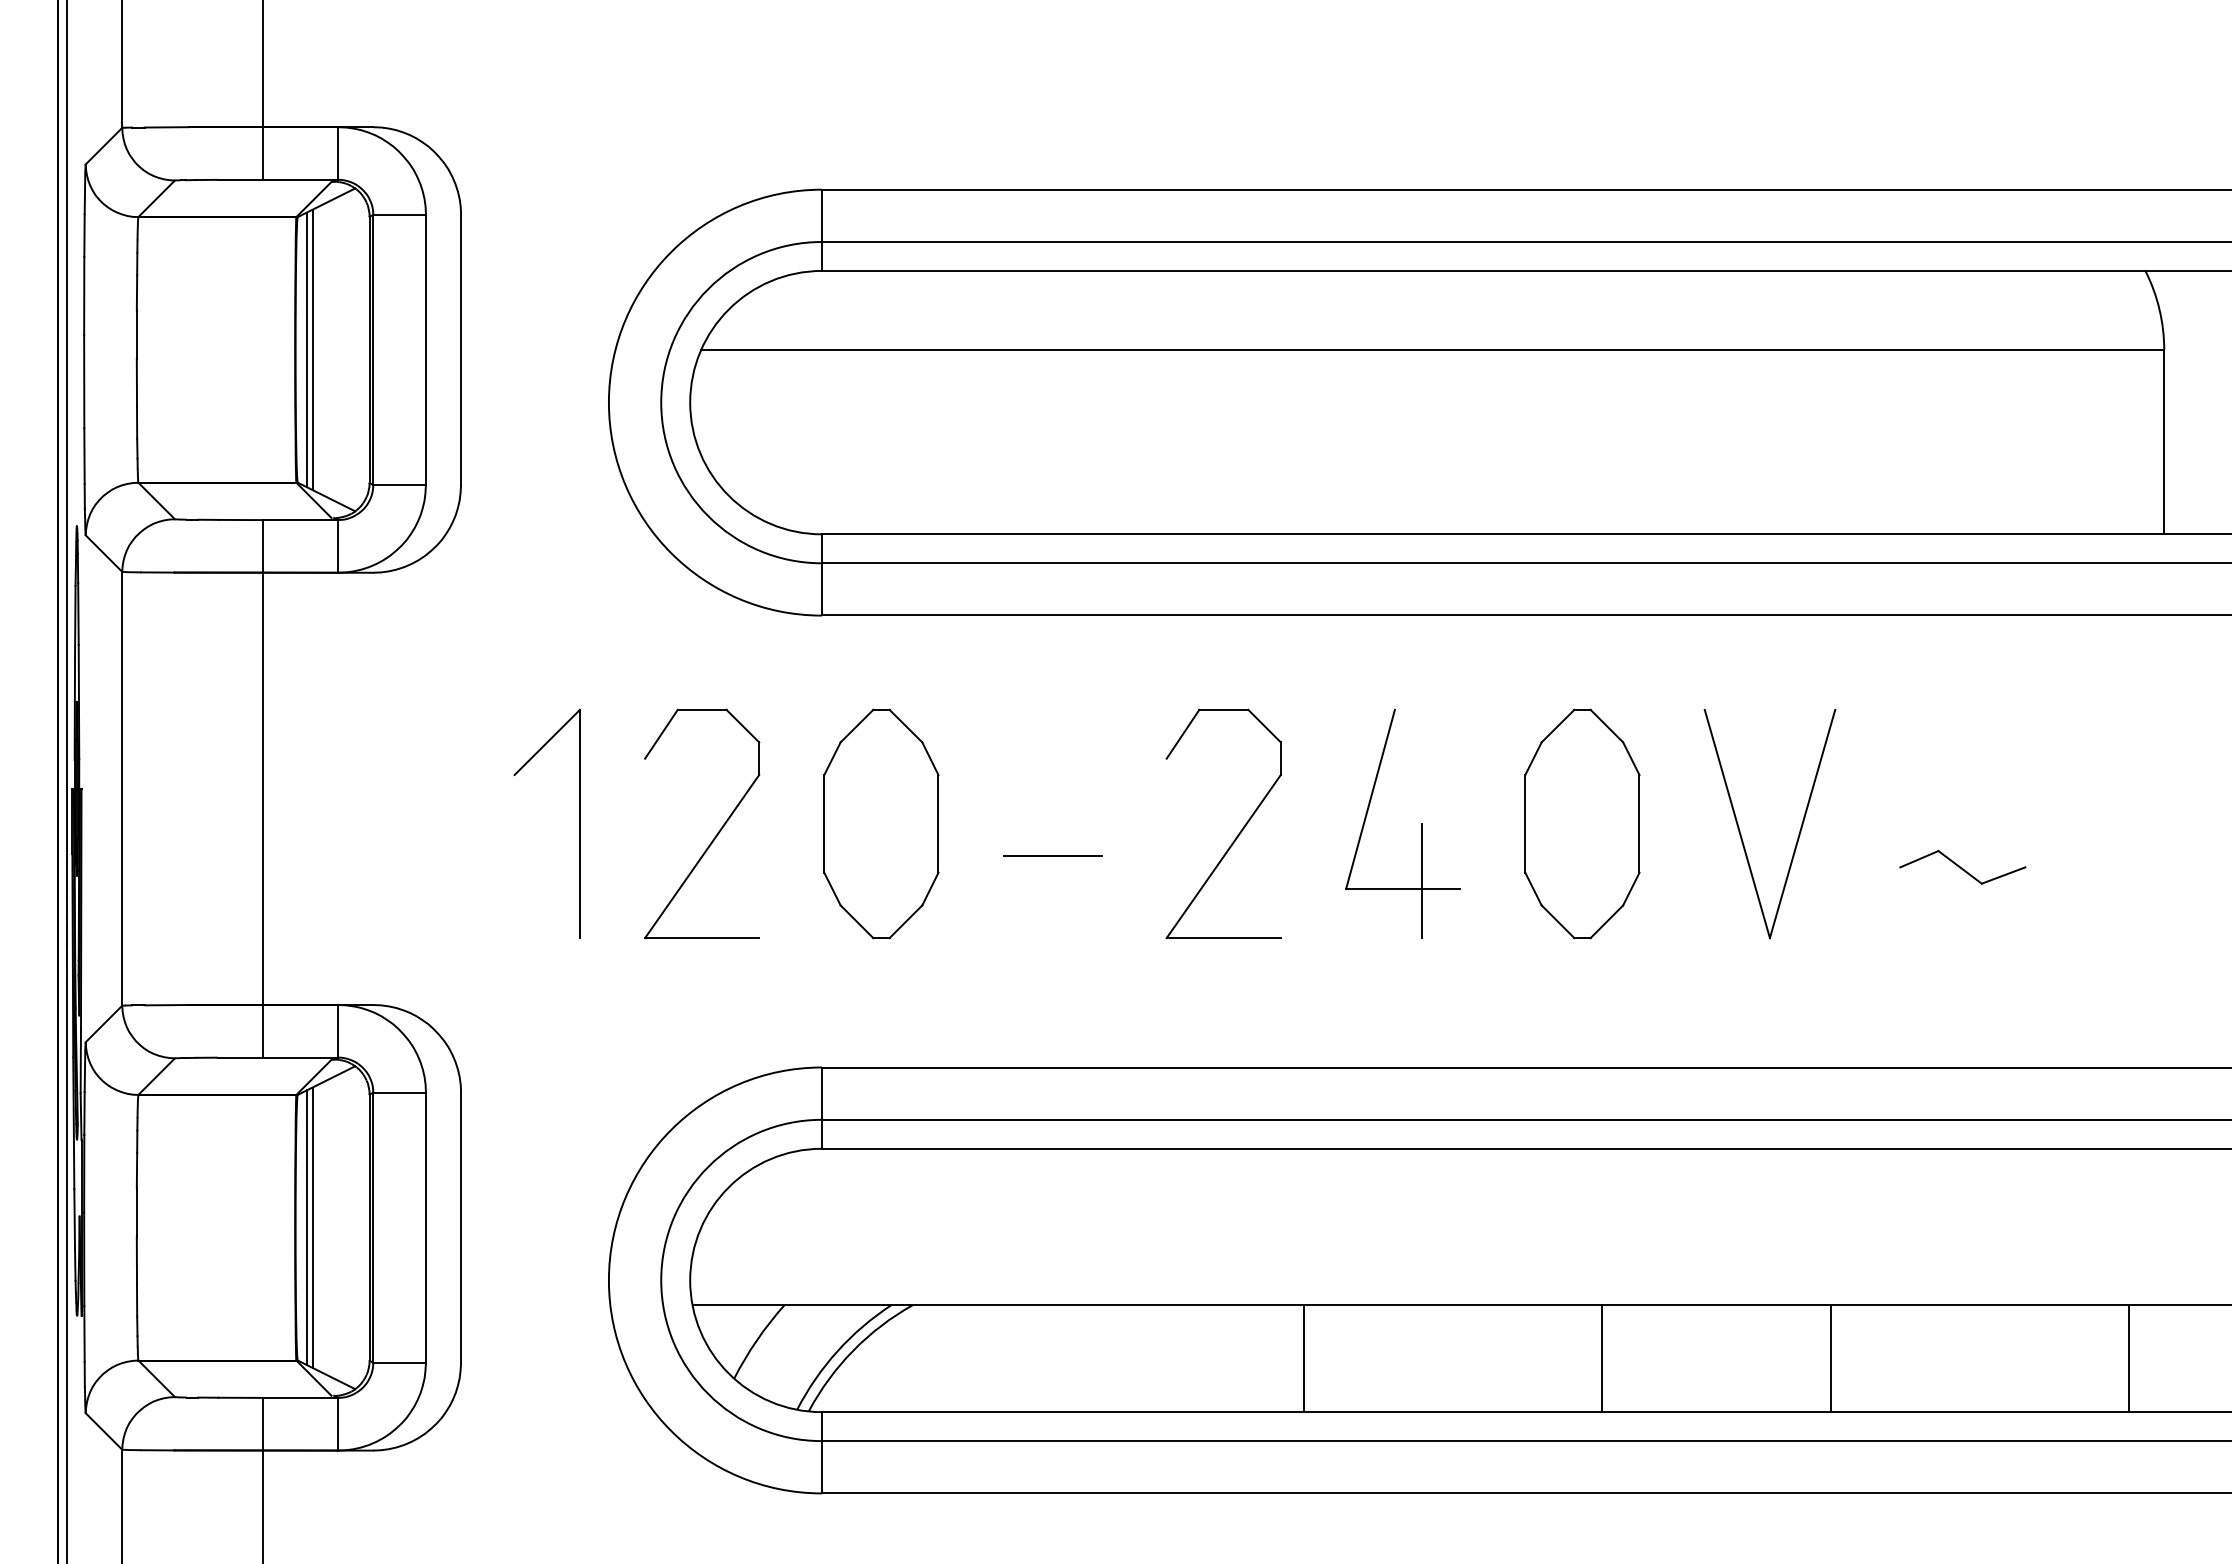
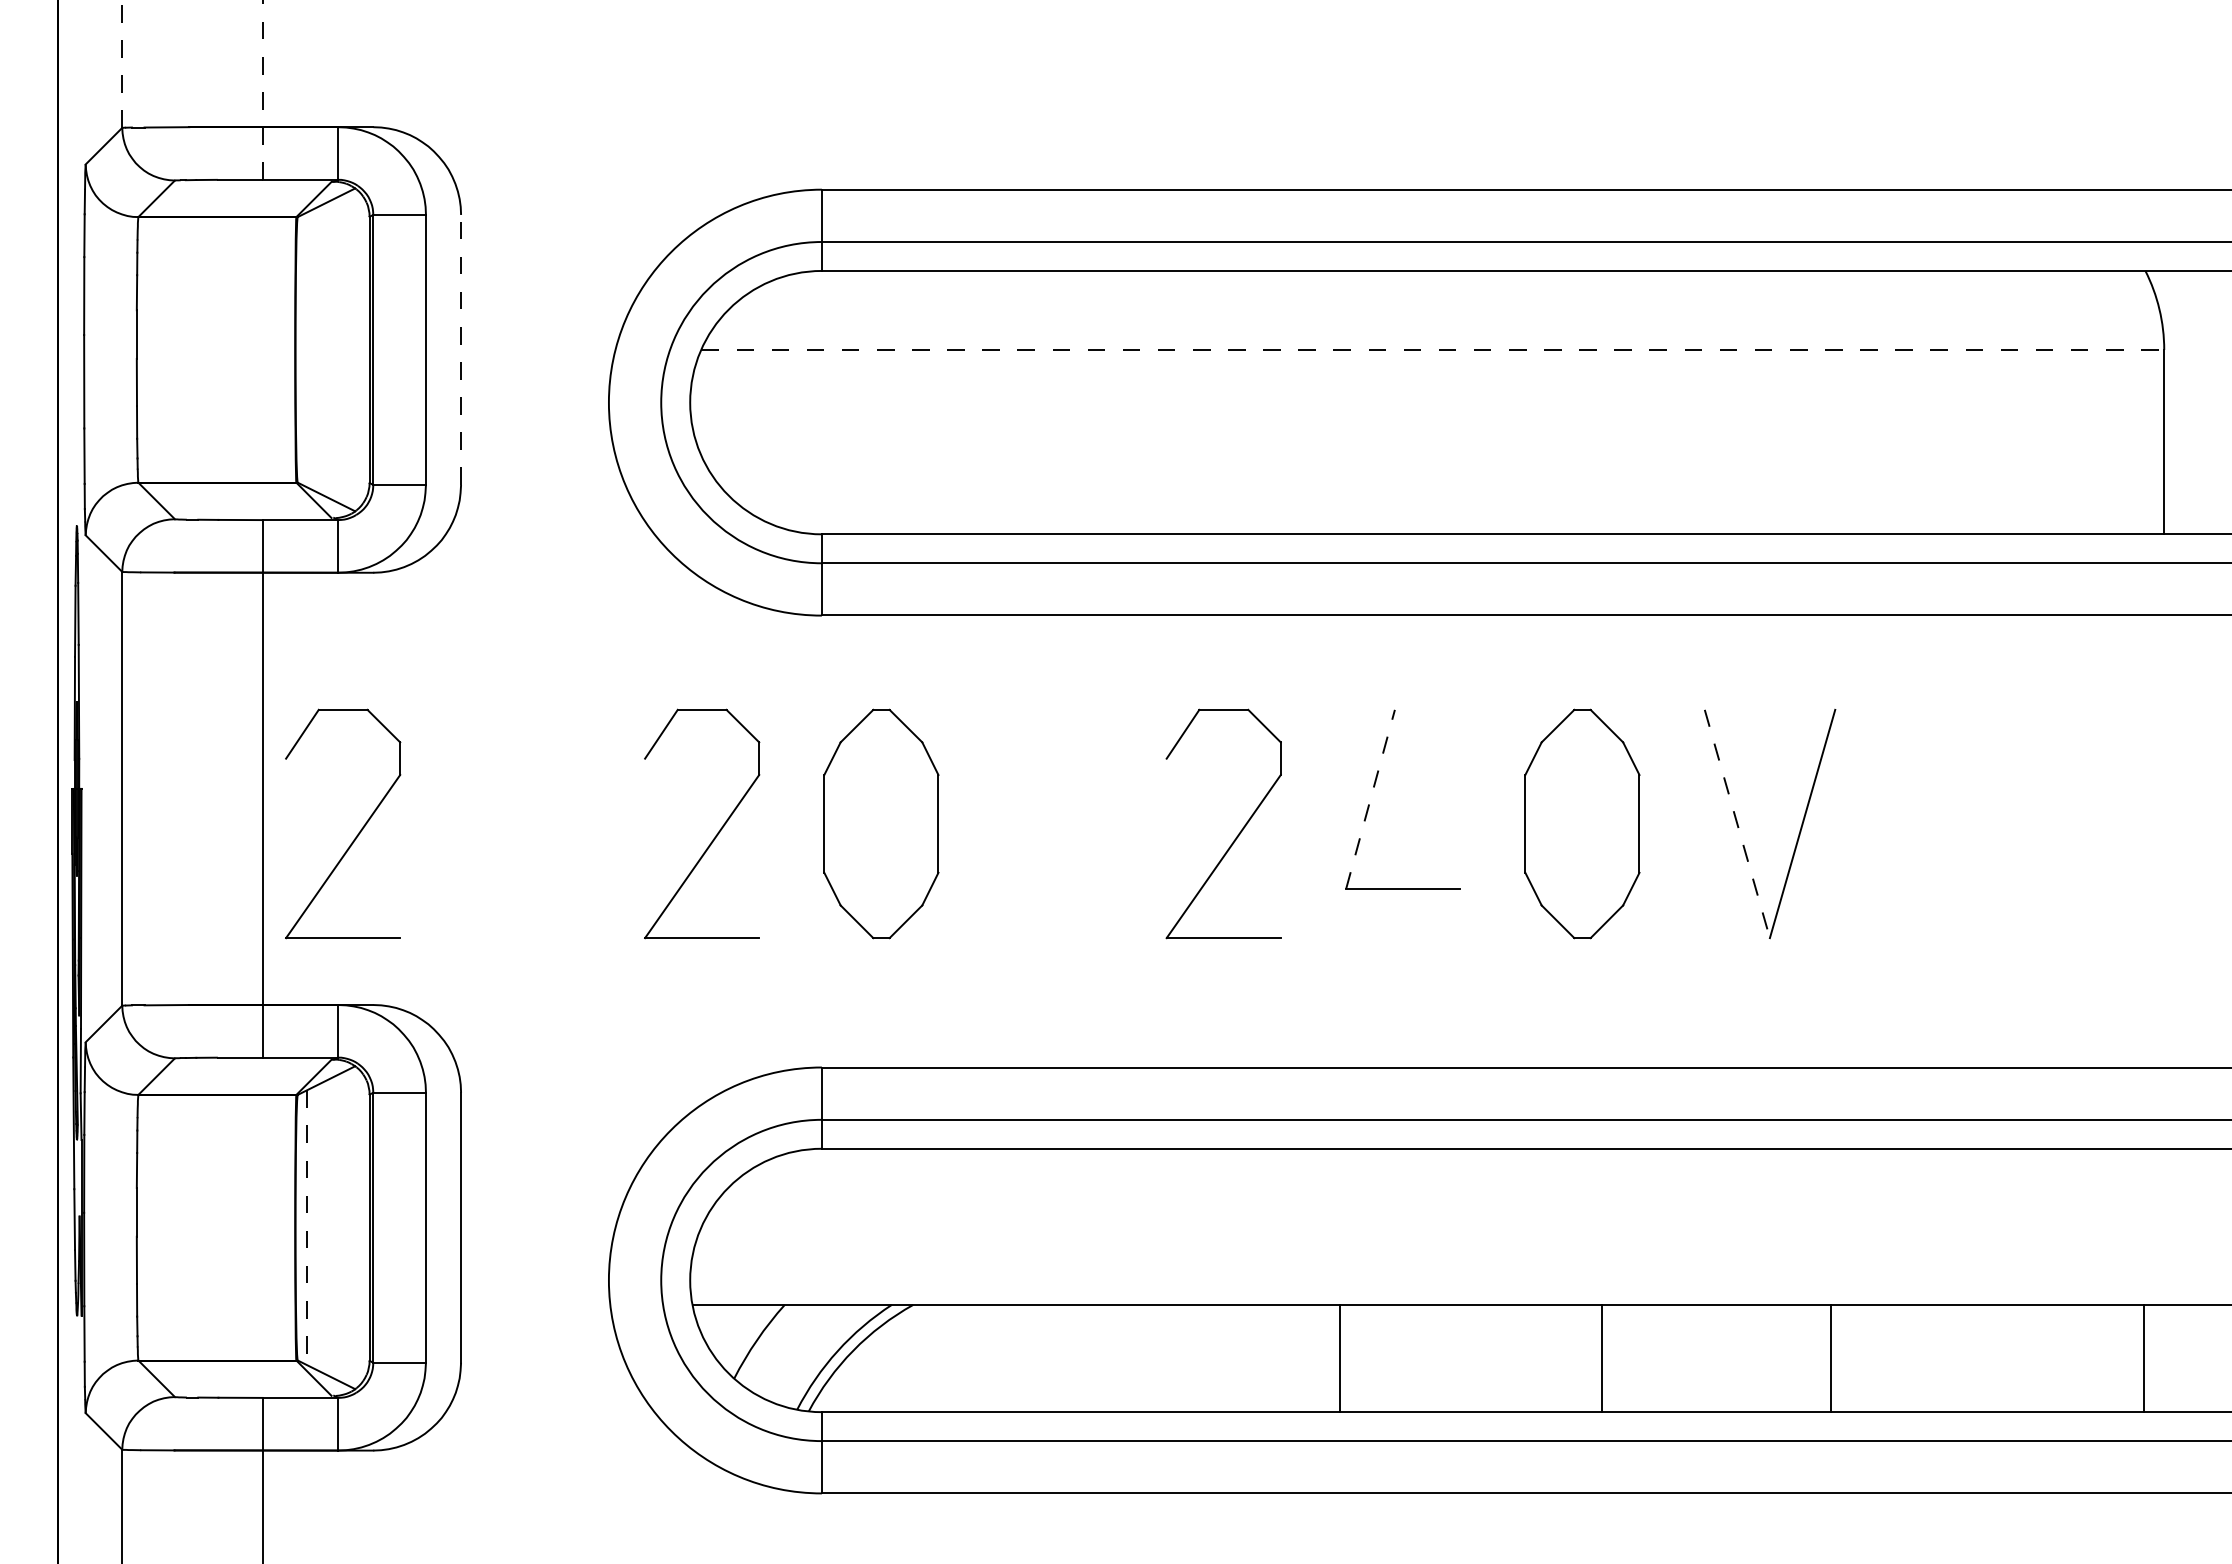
line at (122, 64): solid -> dashed
line at (262, 90): solid -> dashed
line at (307, 349): present -> none
line at (312, 349): present -> none
line at (461, 349): solid -> dashed
line at (1433, 349): solid -> dashed
line at (66, 781): present -> none
line at (1370, 799): solid -> dashed
part at (579, 823): present -> none
line at (1737, 824): solid -> dashed
part at (358, 832): none -> present
line at (1052, 855): present -> none
part at (1962, 866): present -> none
line at (1422, 881): present -> none
line at (312, 1227): present -> none
line at (307, 1228): solid -> dashed
line at (1303, 1358) position: (1303, 1358) -> (1339, 1358)
line at (2129, 1358) position: (2129, 1358) -> (2144, 1358)
